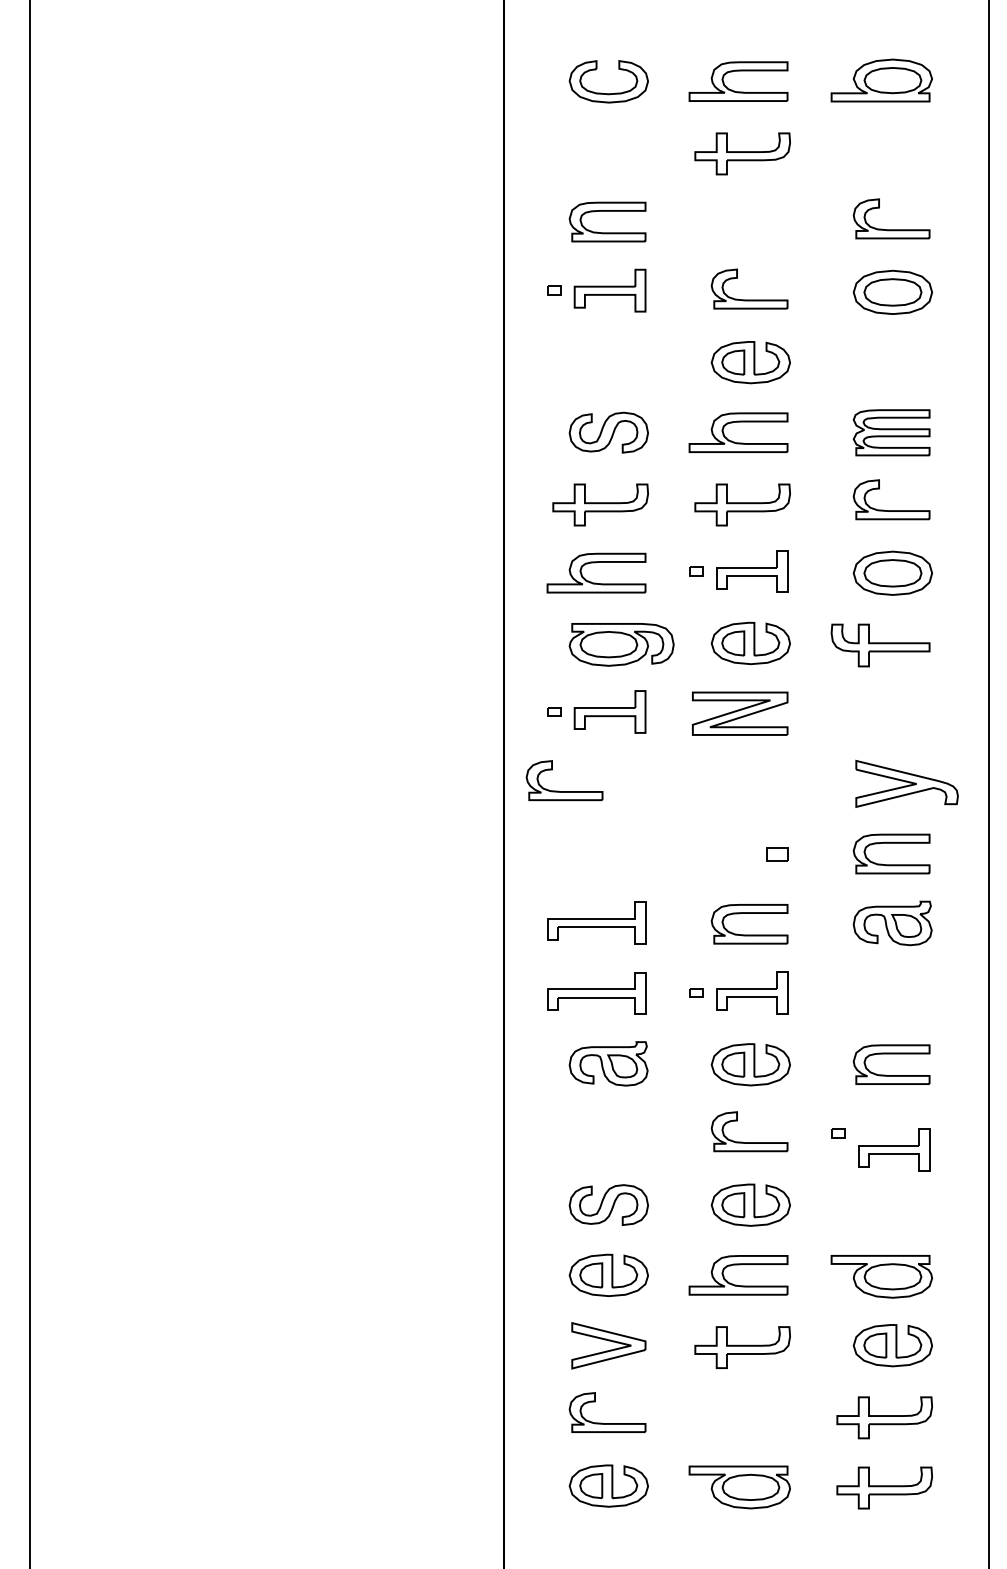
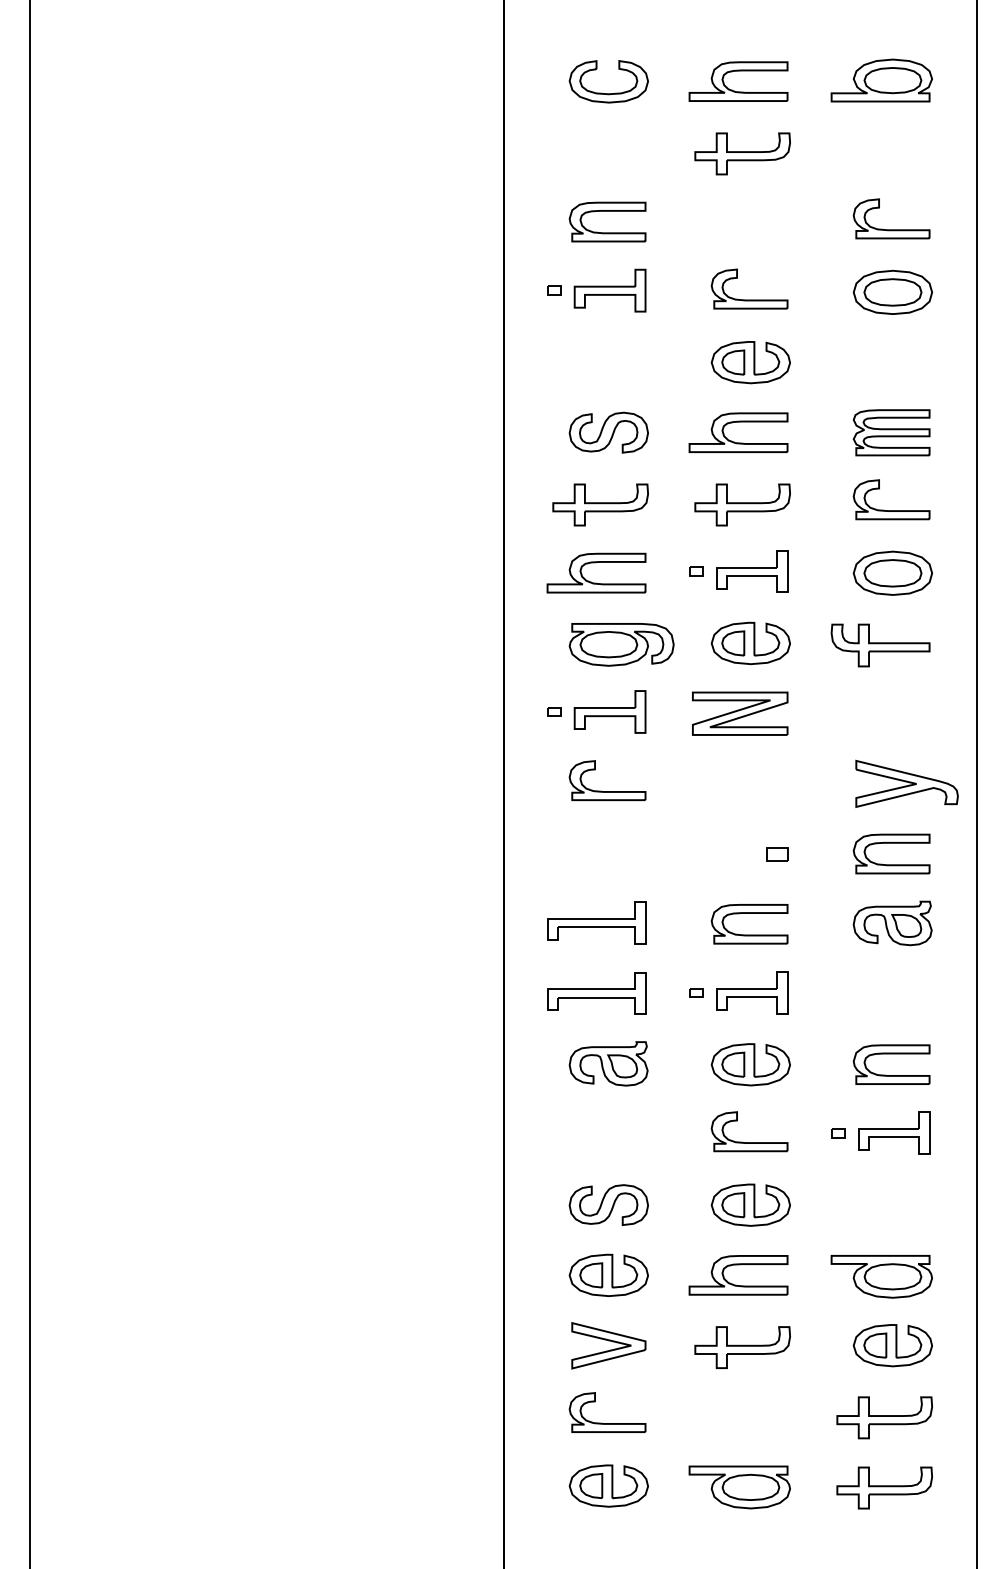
line at (988, 783) position: (988, 783) -> (976, 783)
part at (564, 791) position: (564, 791) -> (607, 791)
part at (894, 1149) position: (894, 1149) -> (894, 1132)
